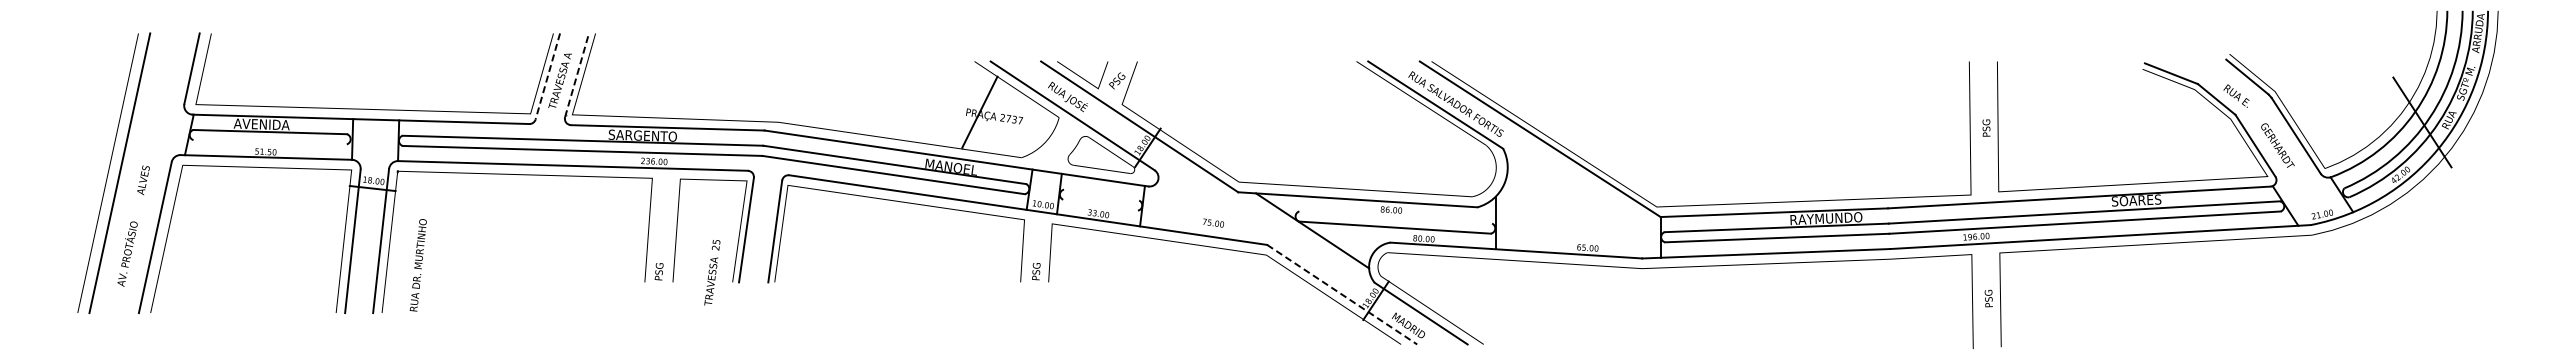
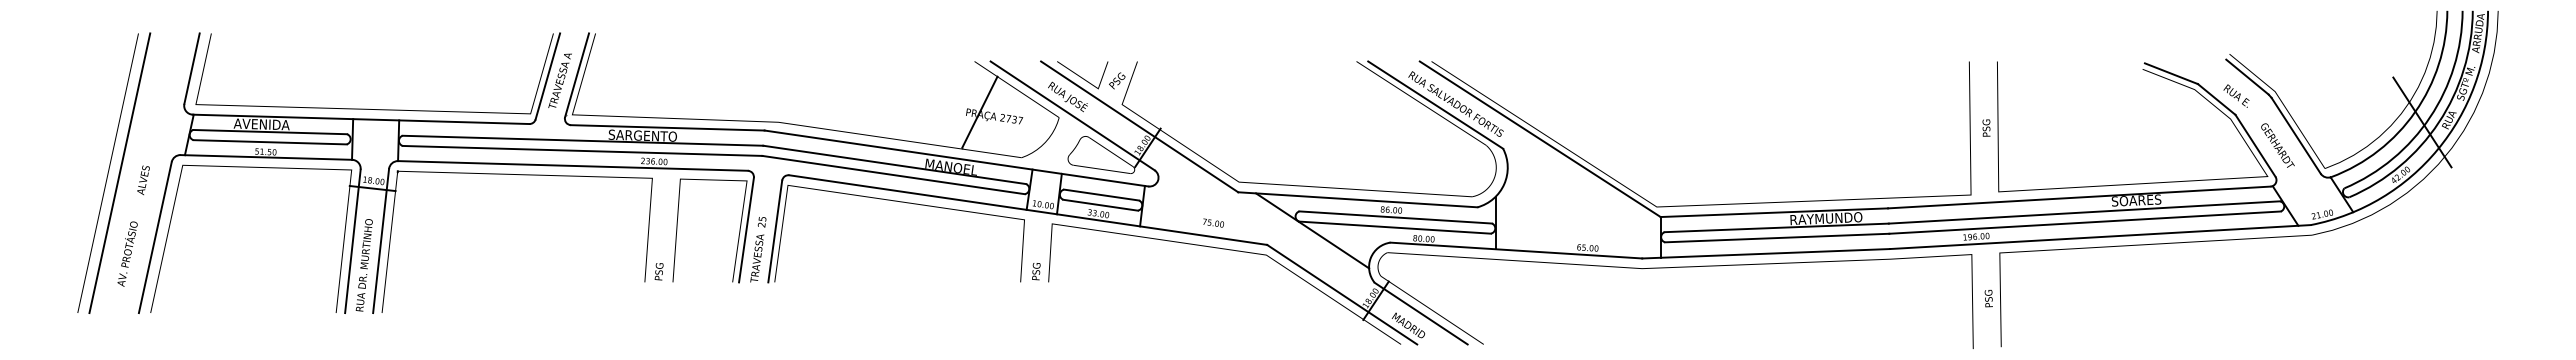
line at (577, 74): dashed -> solid
line at (547, 76): dashed -> solid
line at (269, 142): none -> present
line at (1101, 194): none -> present
line at (1100, 204): none -> present
line at (1395, 217): none -> present
text at (417, 265) position: (417, 265) -> (363, 265)
text at (712, 272) position: (712, 272) -> (758, 249)
line at (1342, 294): dashed -> solid
